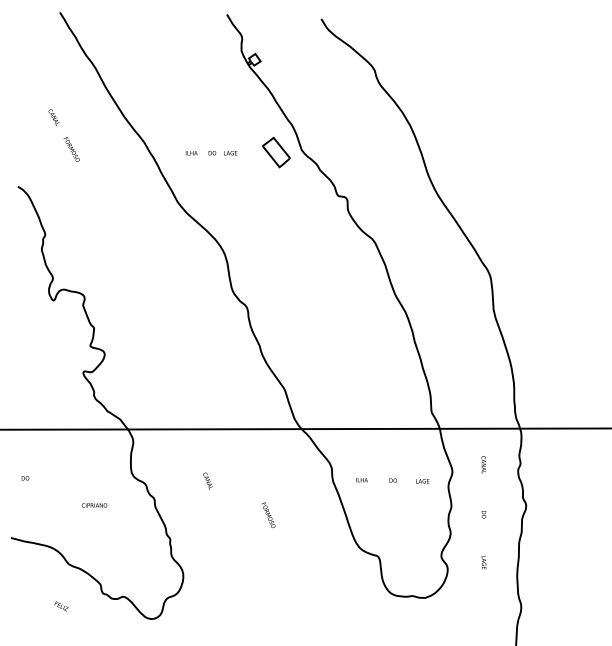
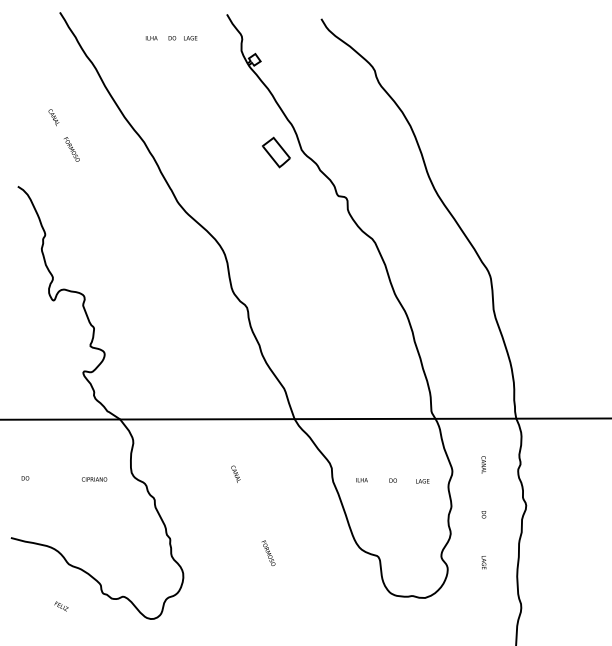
text at (211, 153) position: (211, 153) -> (171, 38)
line at (305, 428) position: (305, 428) -> (305, 418)
text at (207, 480) position: (207, 480) -> (235, 473)
text at (94, 505) position: (94, 505) -> (94, 479)
text at (268, 514) position: (268, 514) -> (268, 552)
